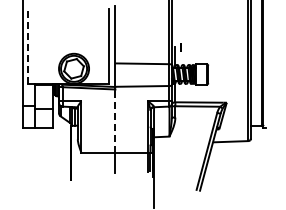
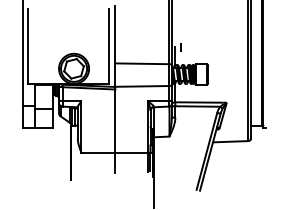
line at (27, 46): dashed -> solid
line at (115, 121): dashed -> solid
